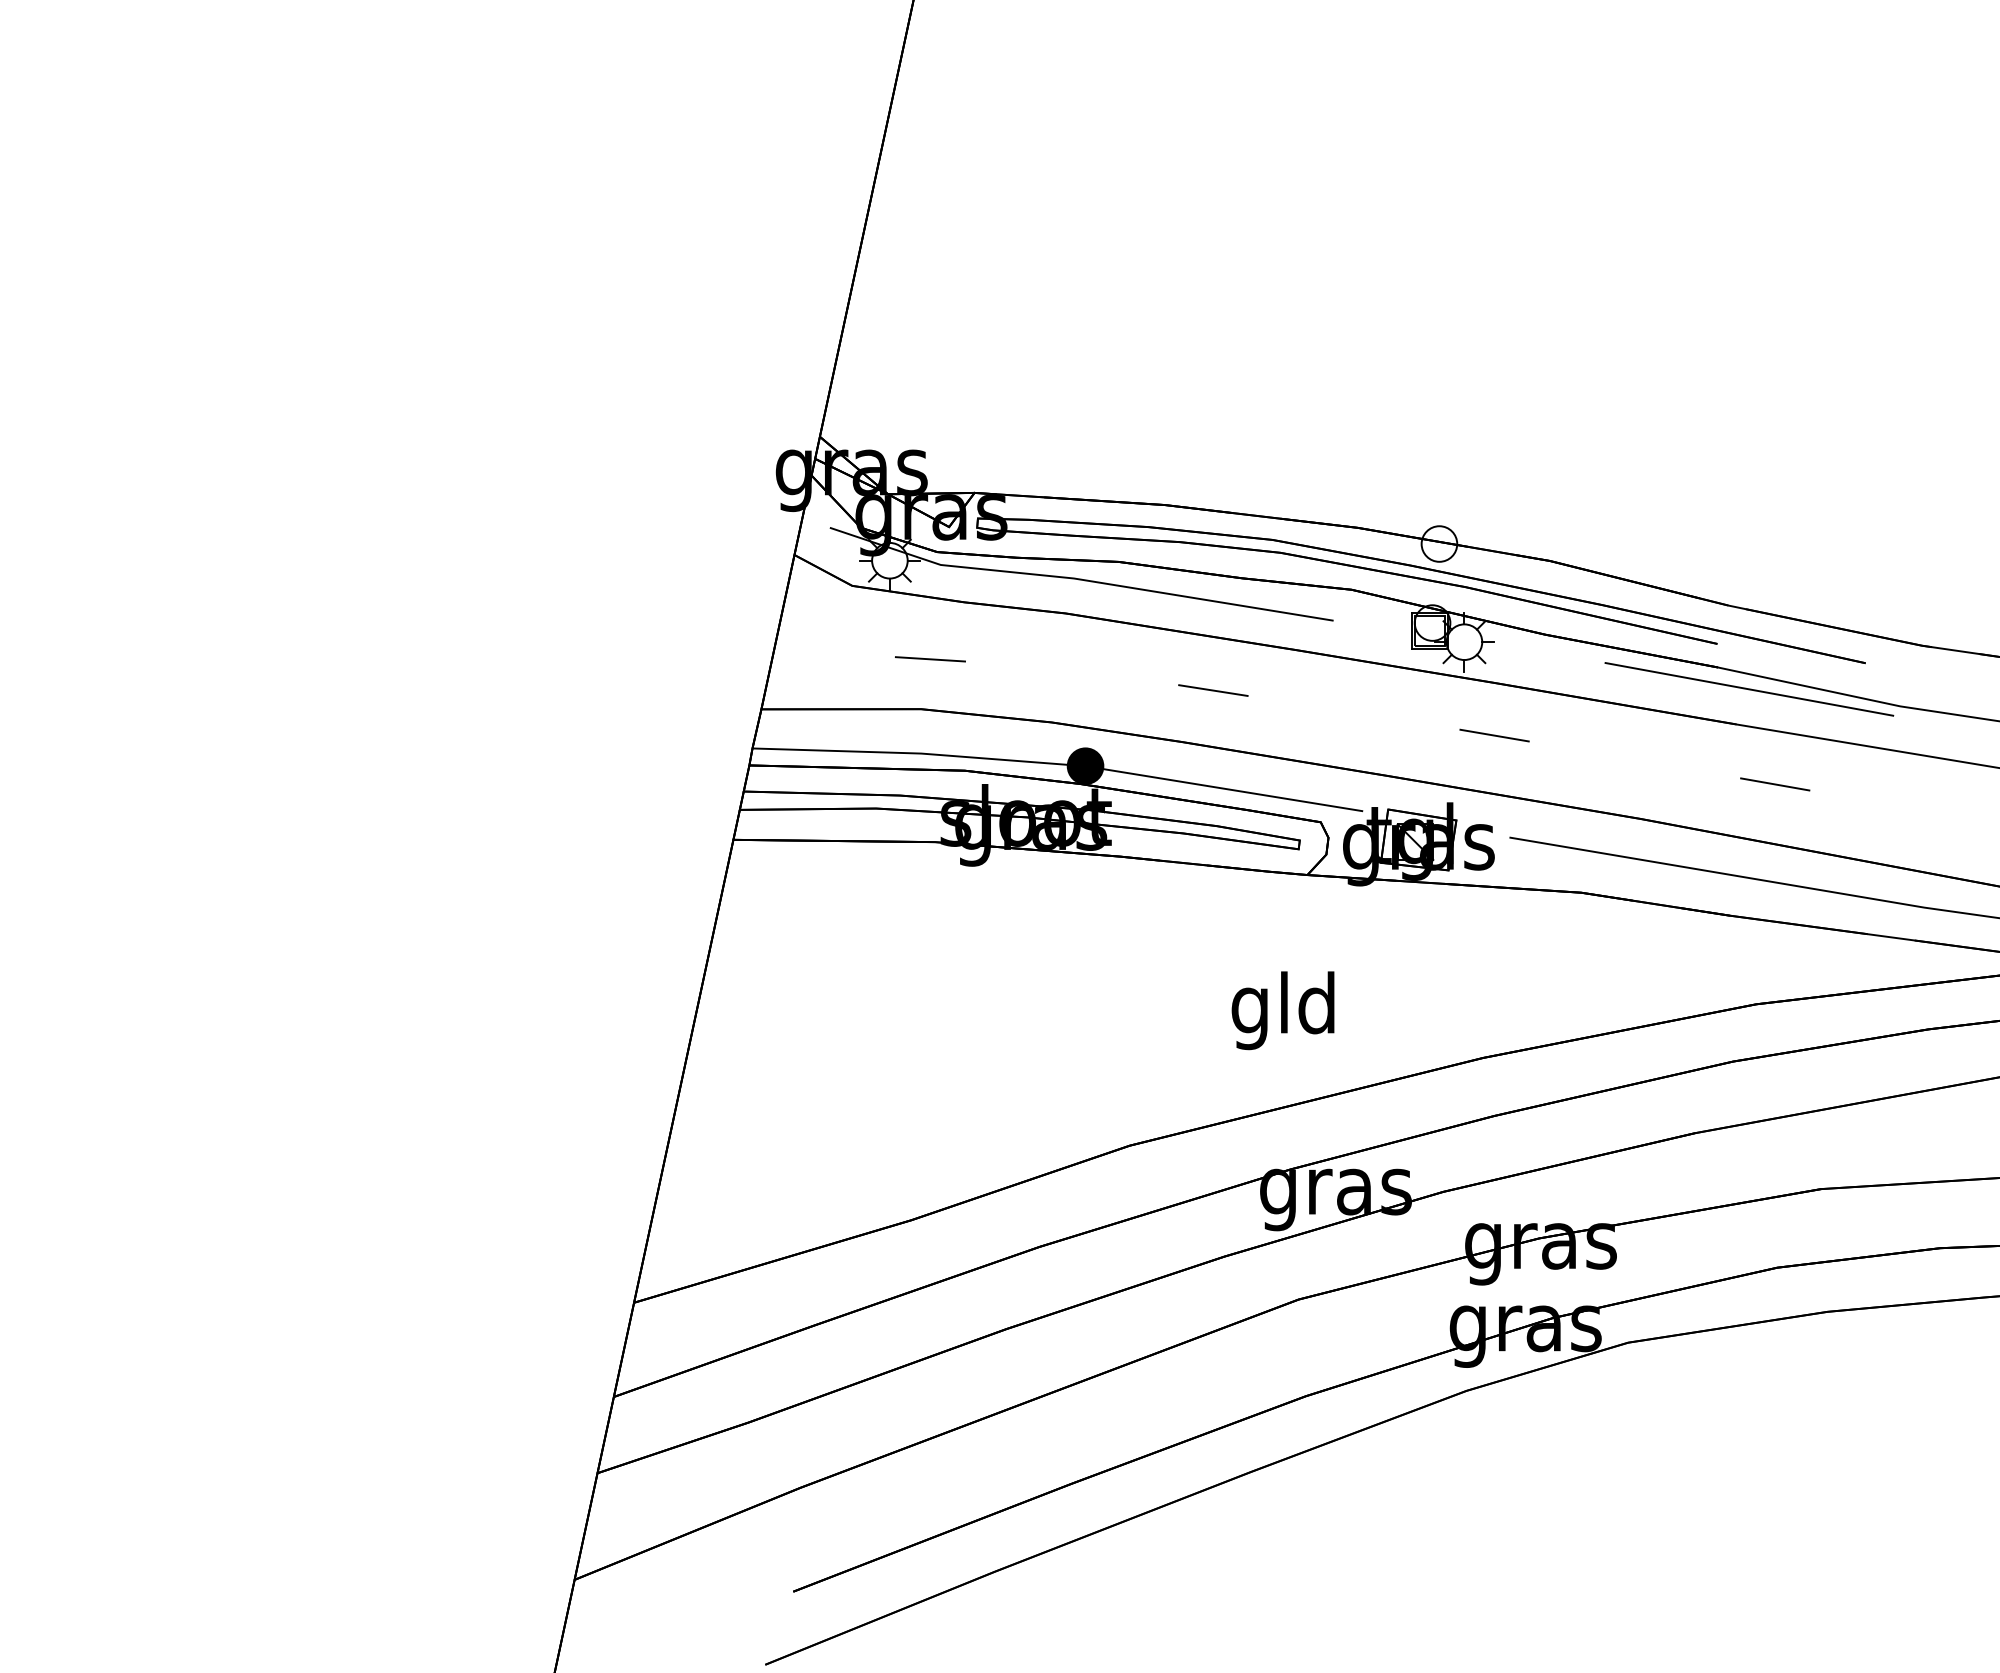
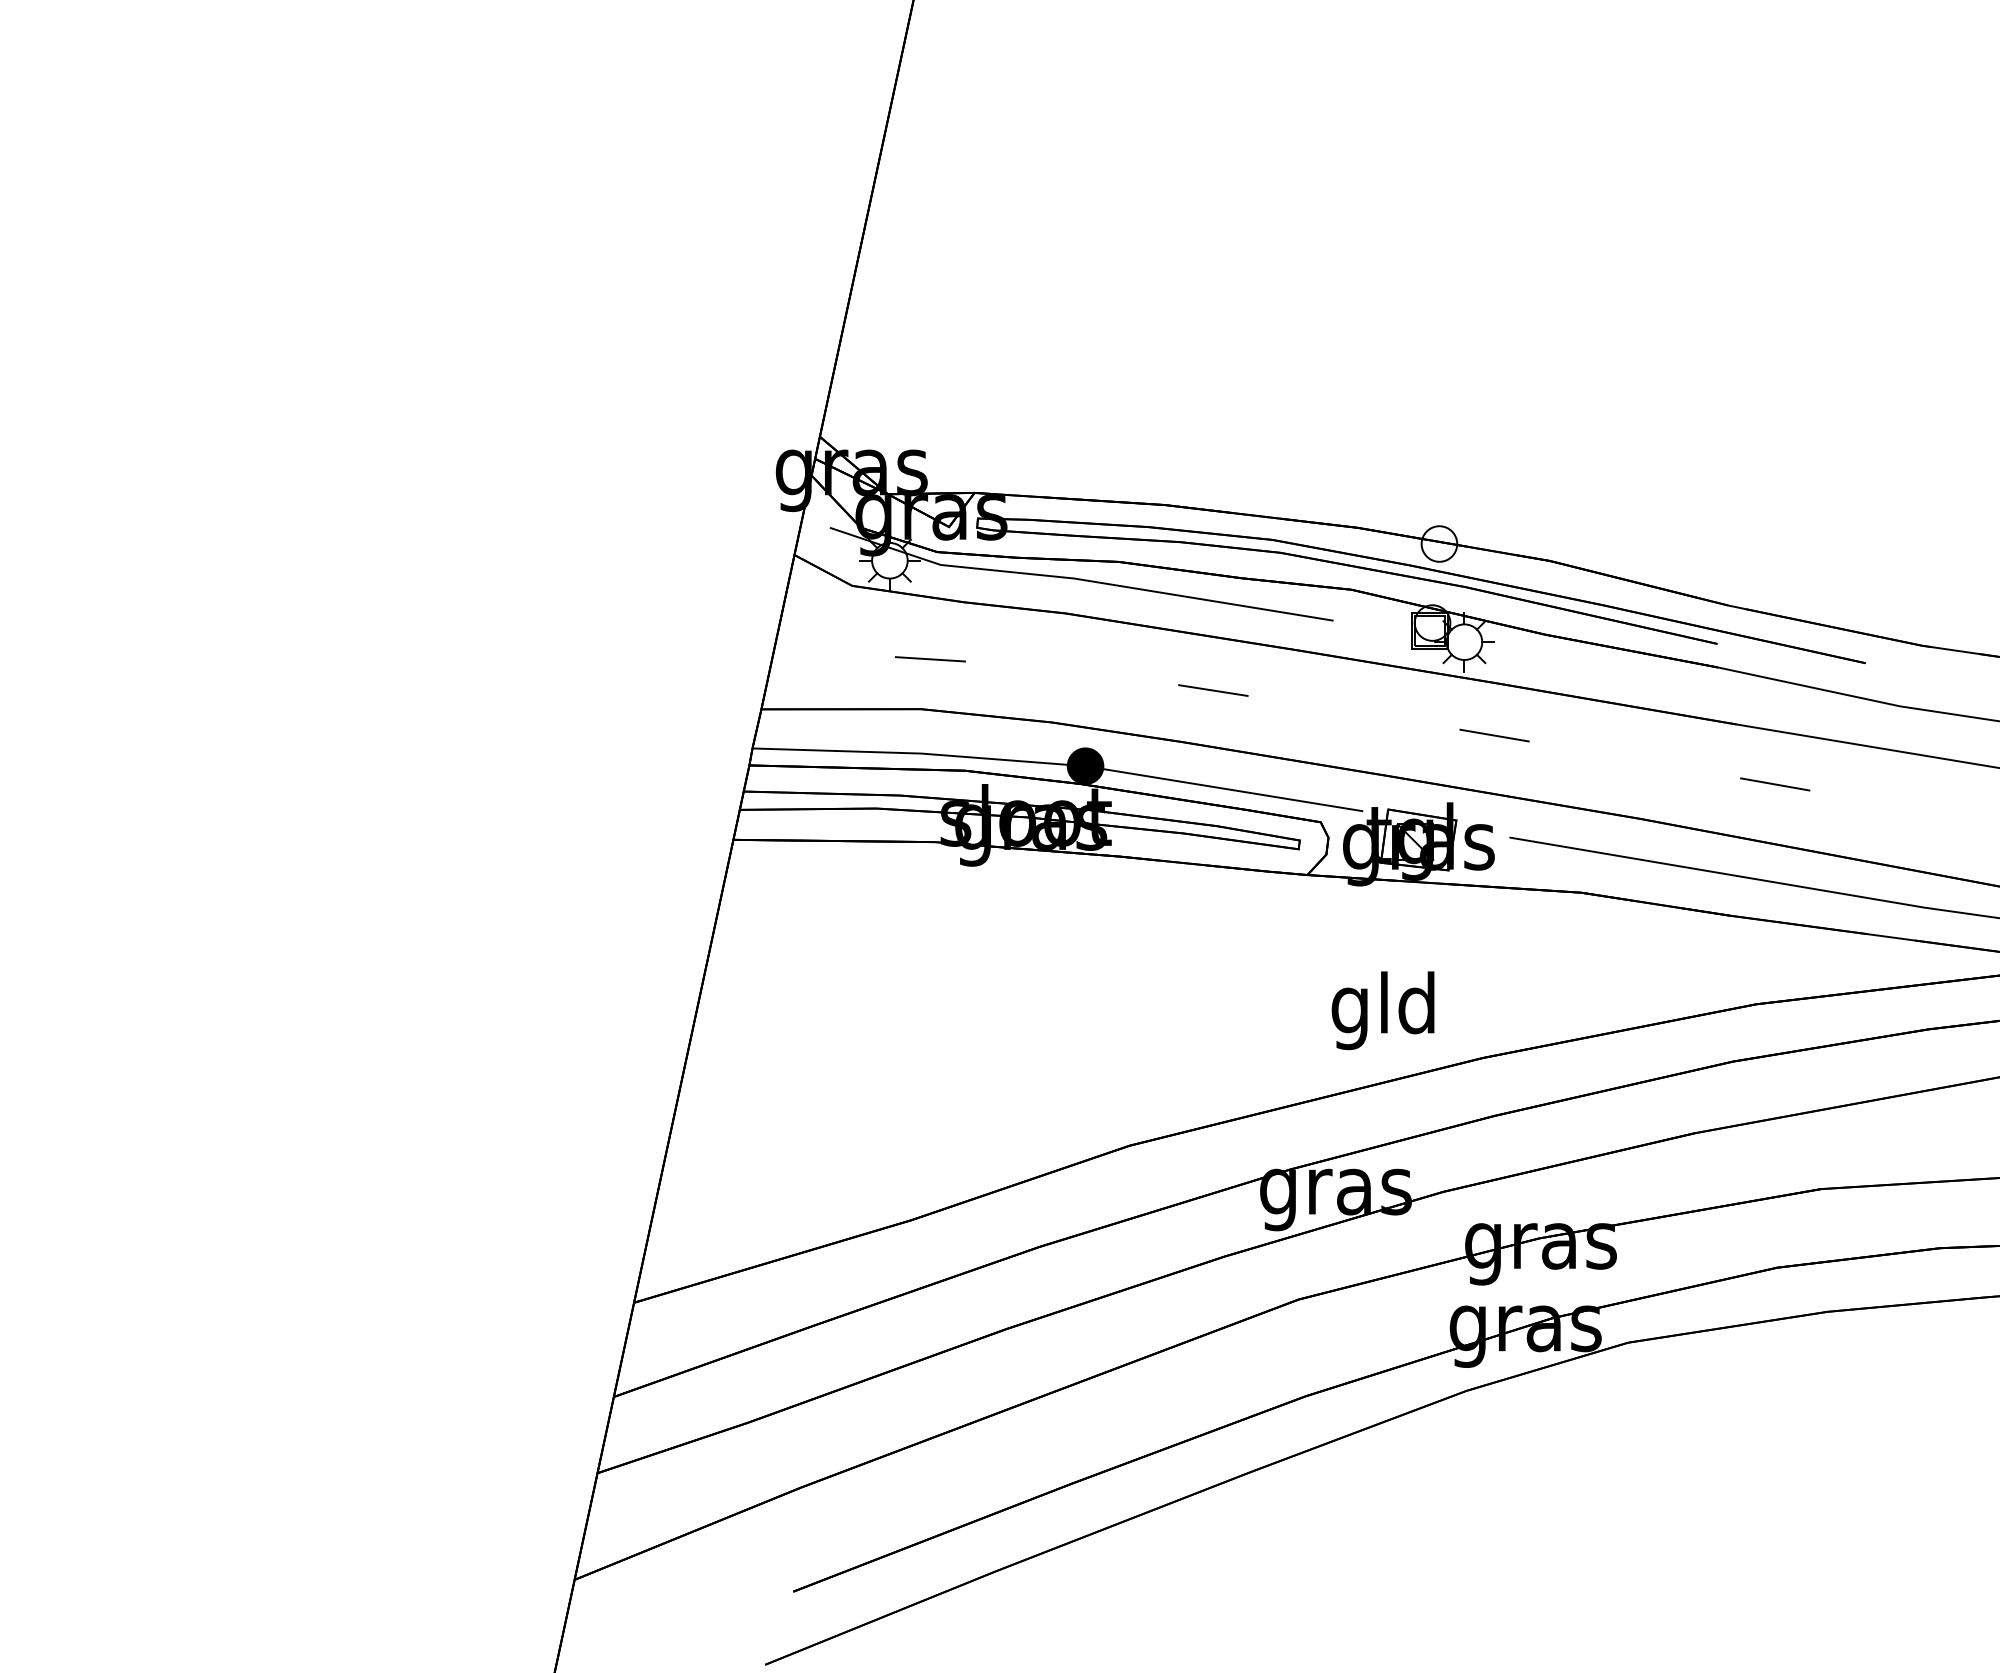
line at (1749, 689): present -> none
text at (1282, 1010) position: (1282, 1010) -> (1382, 1010)
